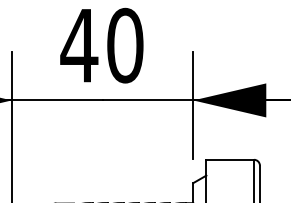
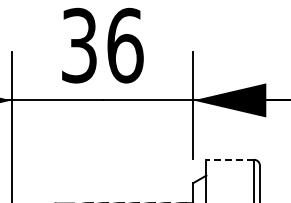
text at (101, 45): 40 -> 36
line at (230, 159): solid -> dashed
